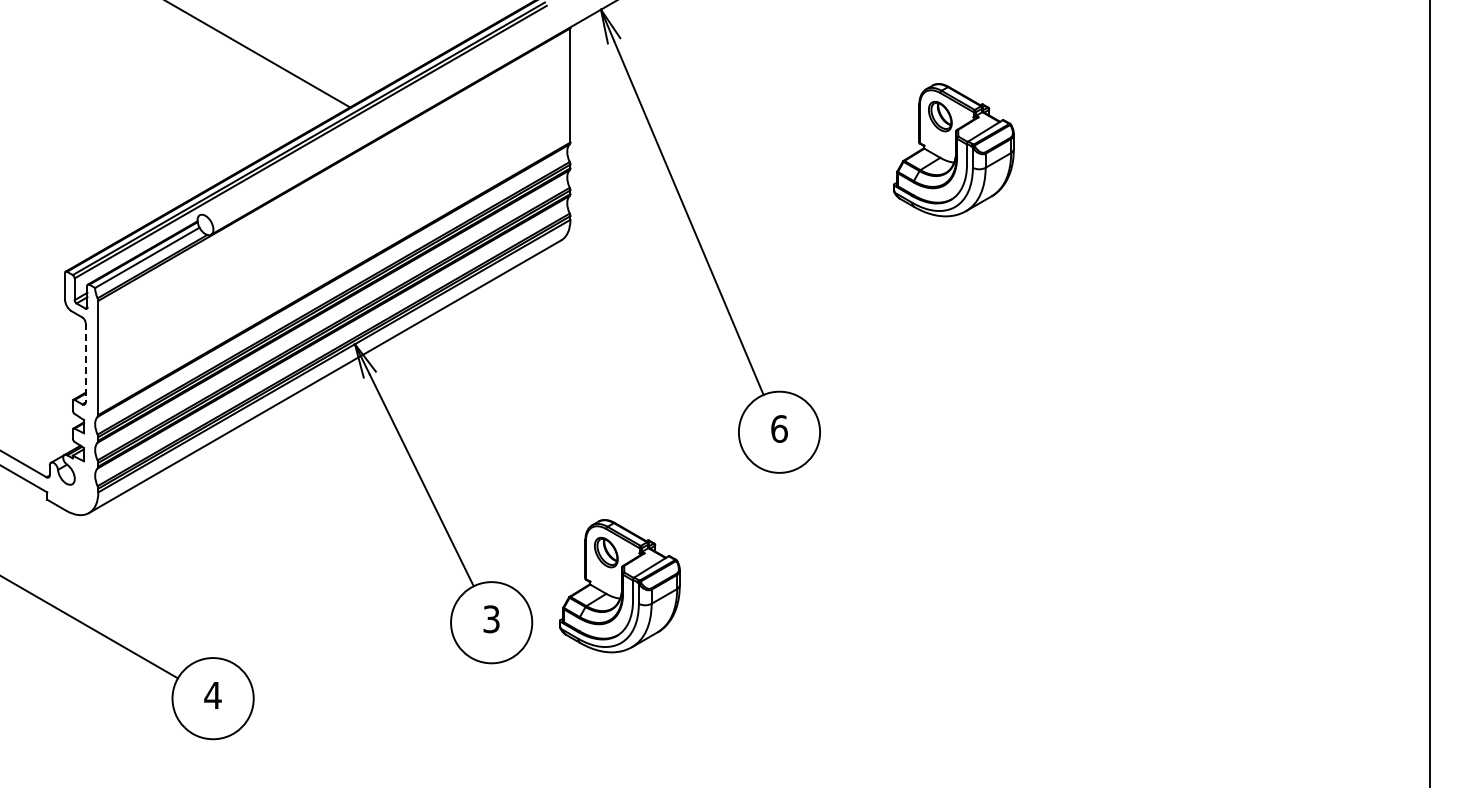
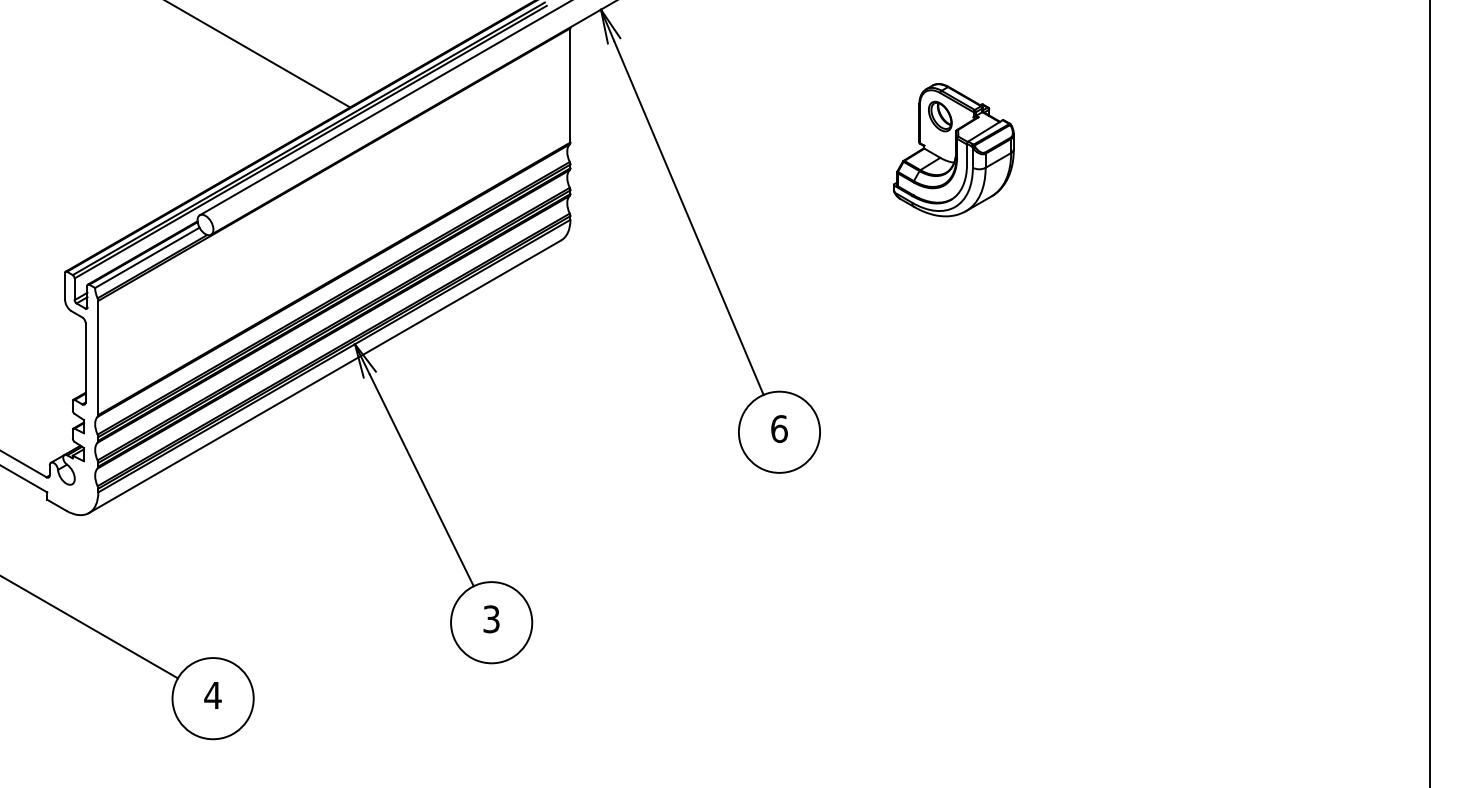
line at (383, 108): none -> present
line at (85, 362): dashed -> solid
part at (619, 586): present -> none
